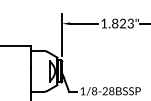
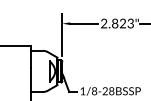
text at (104, 23): 1.823" -> 2.823"
